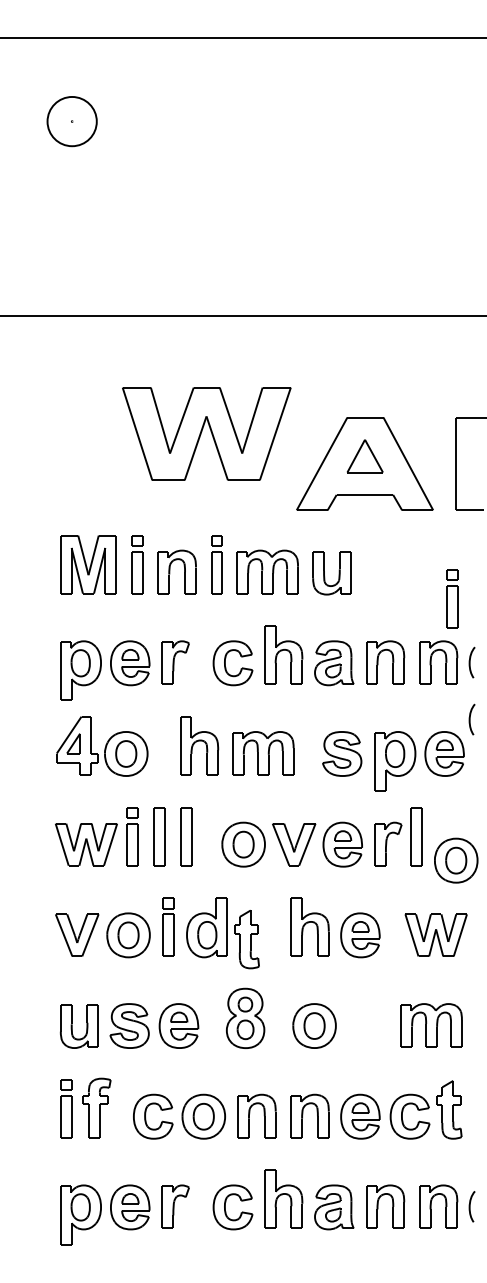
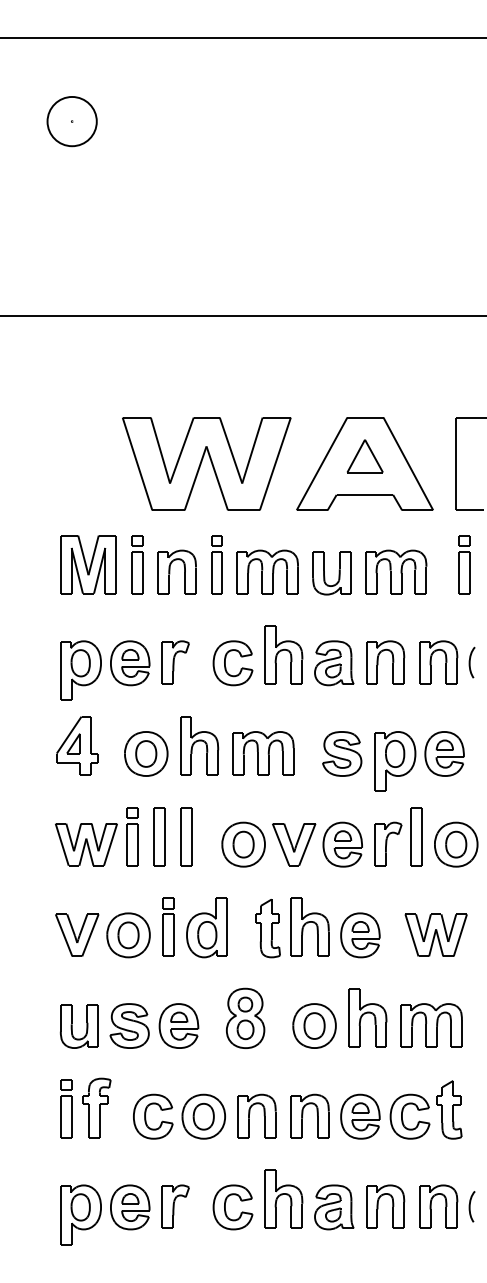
part at (206, 433) position: (206, 433) -> (206, 463)
part at (396, 571): none -> present
part at (452, 598) position: (452, 598) -> (464, 564)
curve at (470, 719): present -> none
part at (126, 753) position: (126, 753) -> (146, 753)
part at (456, 860) position: (456, 860) -> (456, 844)
part at (246, 939) position: (246, 939) -> (267, 928)
part at (367, 1017): none -> present
